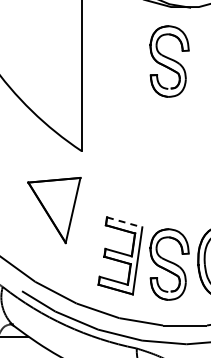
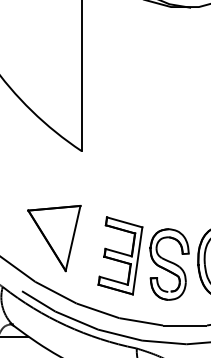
part at (169, 61): present -> none
part at (54, 210) position: (54, 210) -> (54, 238)
line at (125, 222): dashed -> solid
